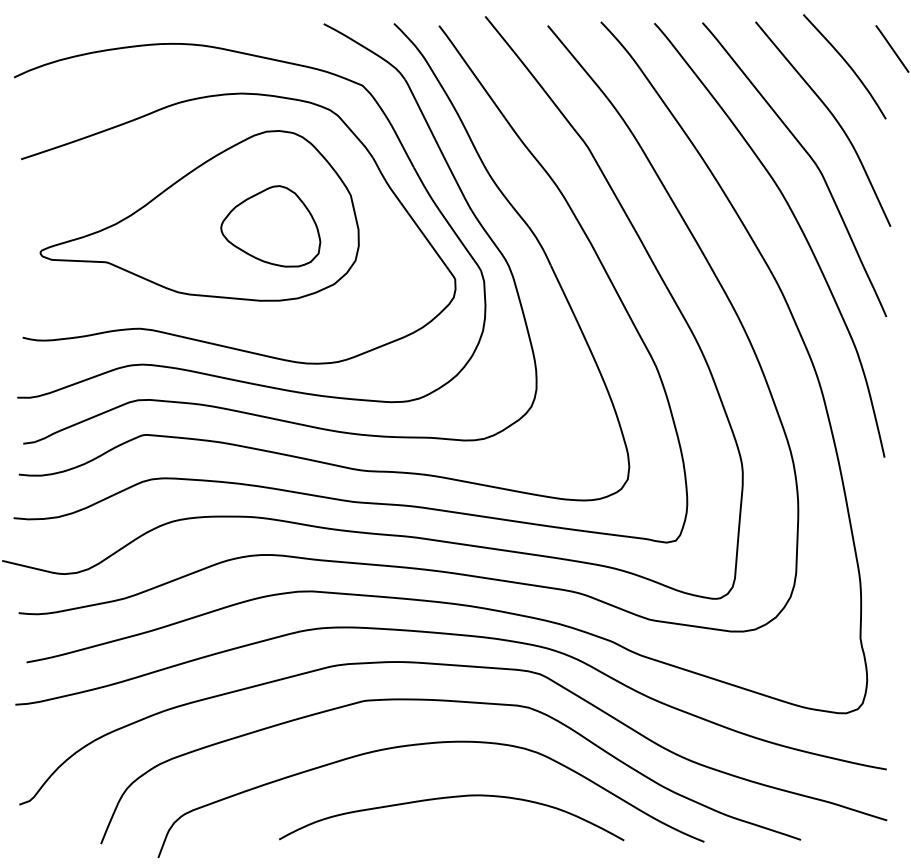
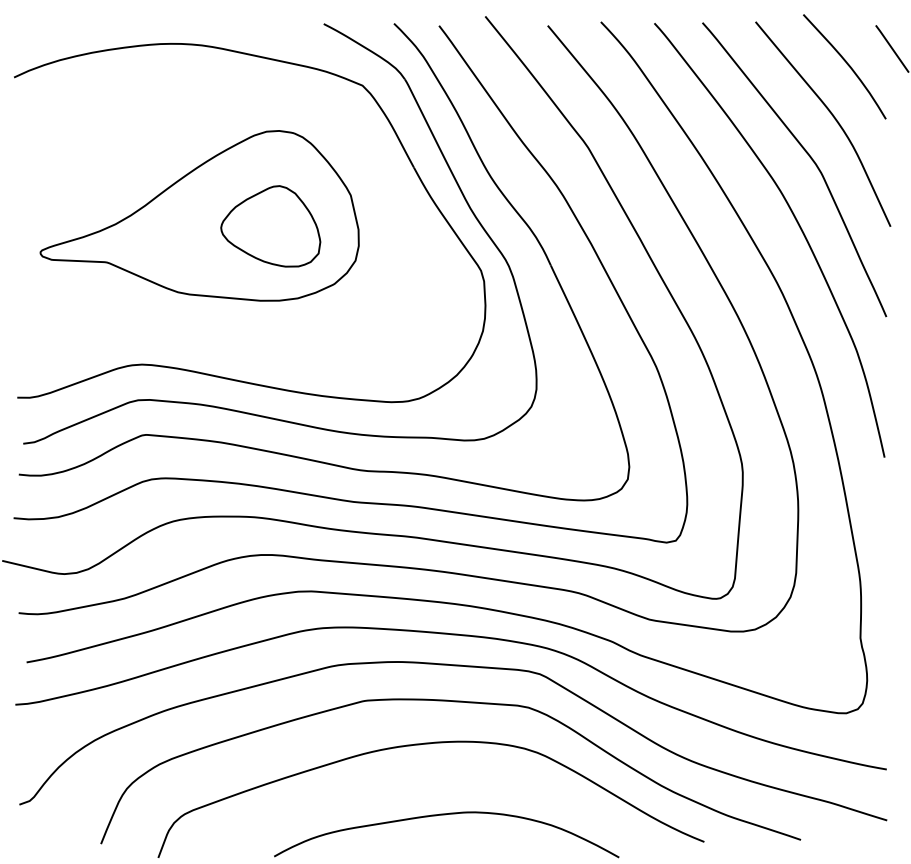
part at (212, 342): present -> none
curve at (450, 798) position: (450, 798) -> (445, 815)
